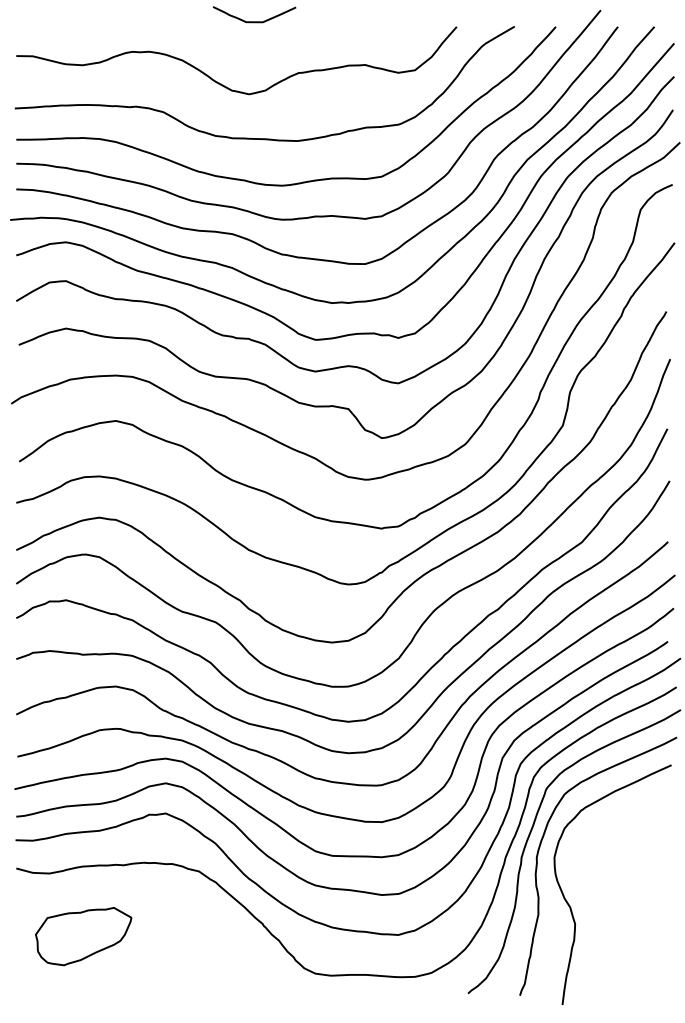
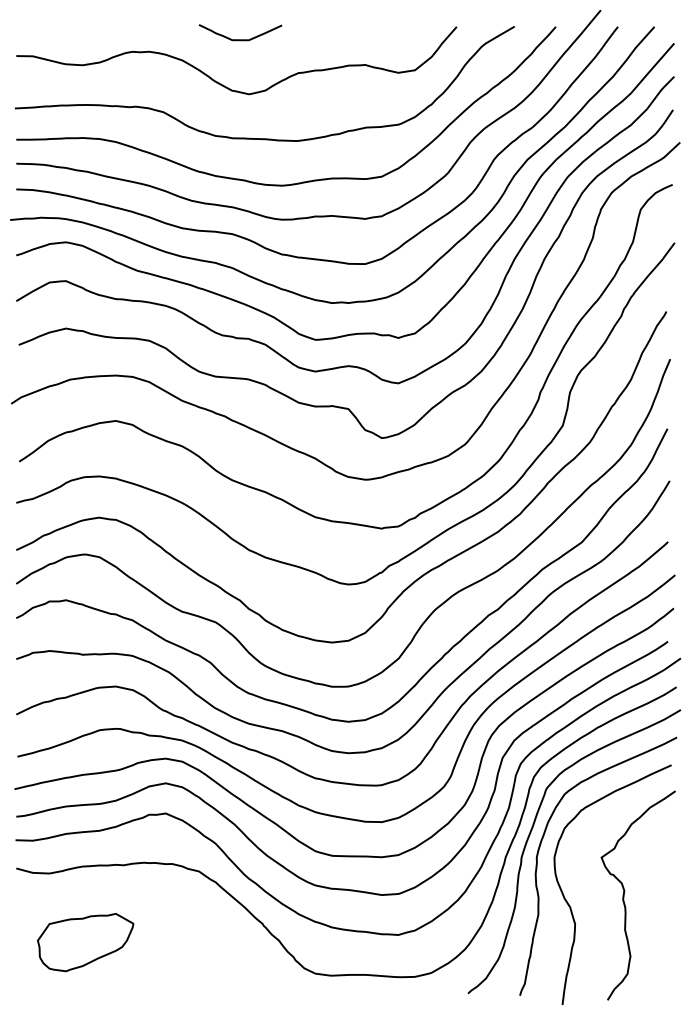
curve at (254, 21) position: (254, 21) -> (240, 39)
curve at (625, 891): none -> present
part at (83, 936) position: (83, 936) -> (85, 942)
